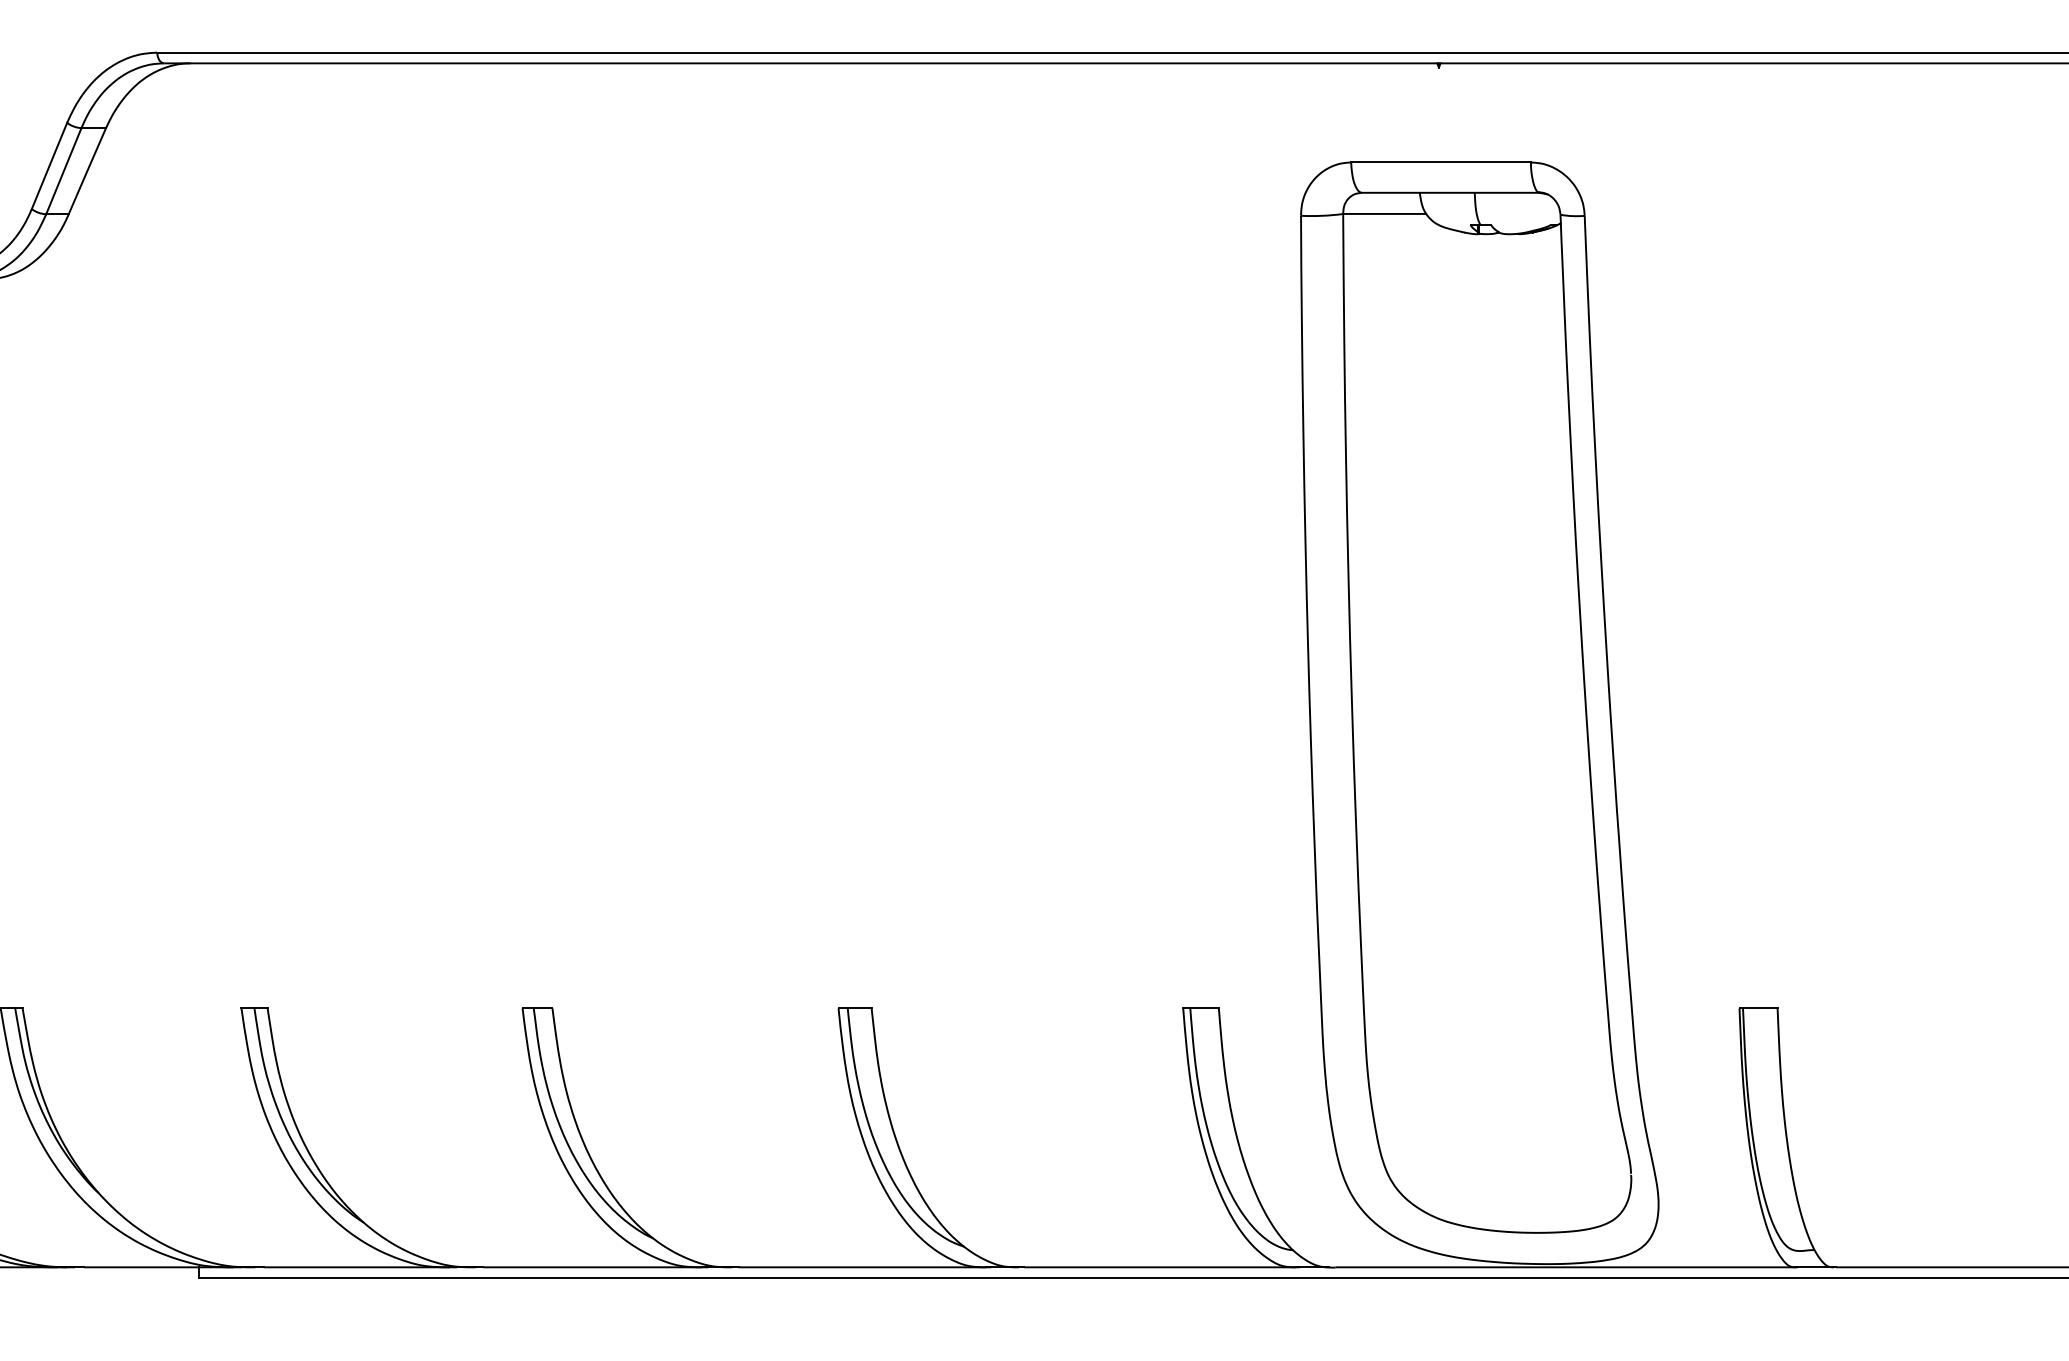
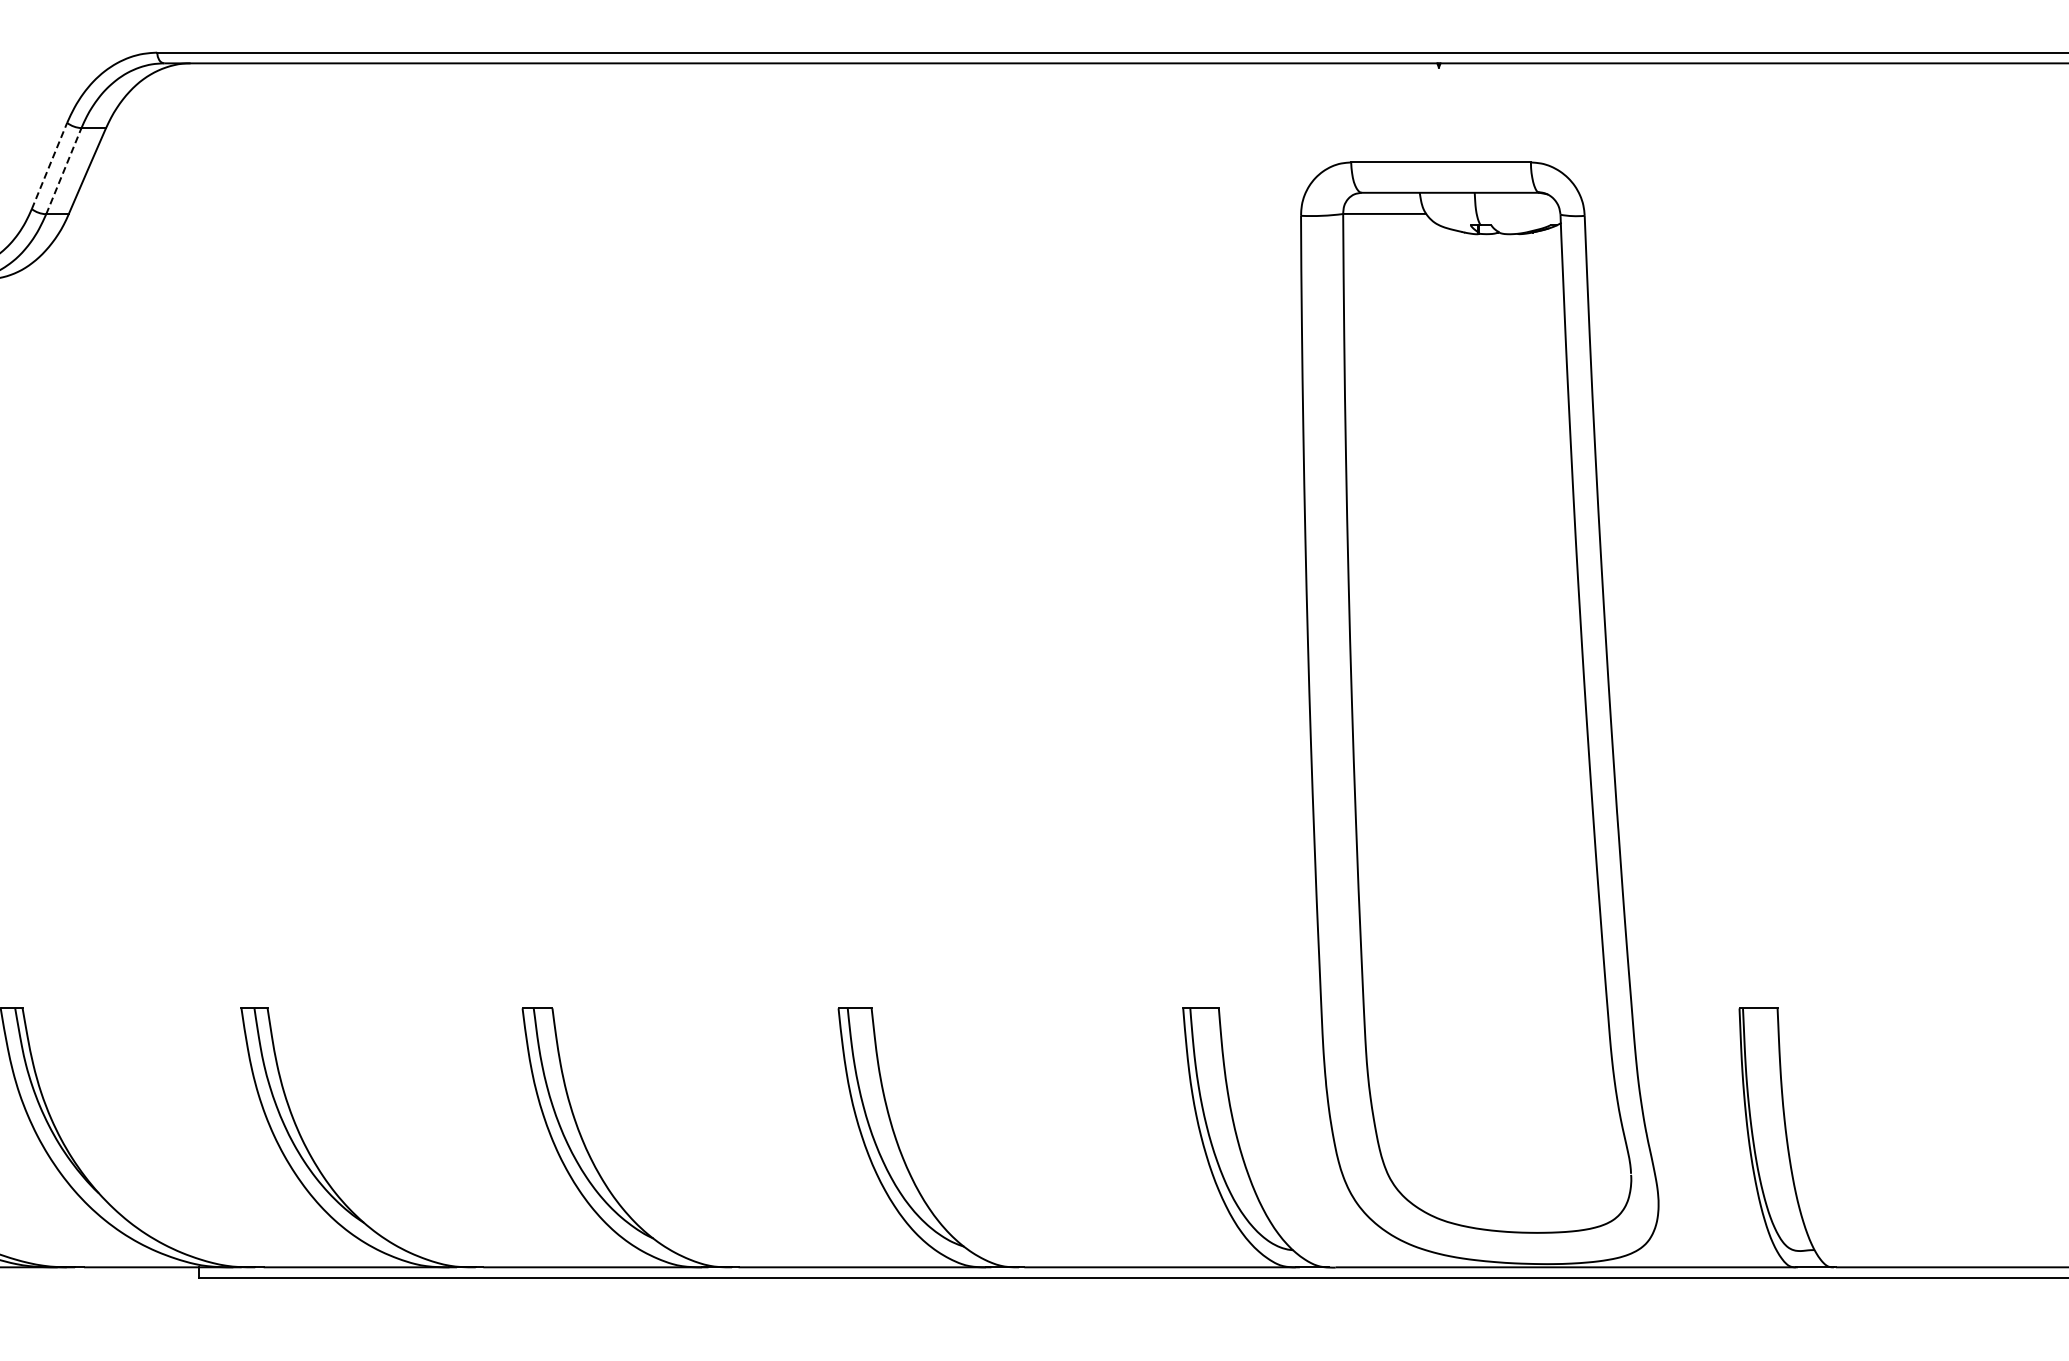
line at (49, 166): solid -> dashed
line at (63, 171): solid -> dashed
